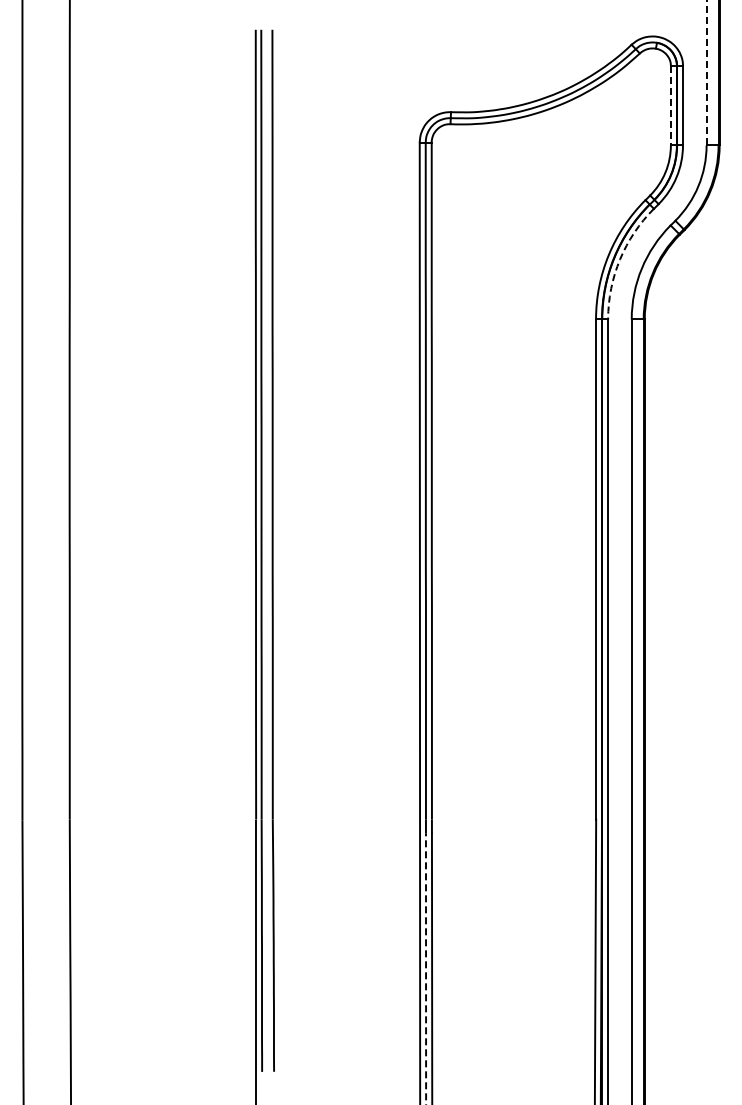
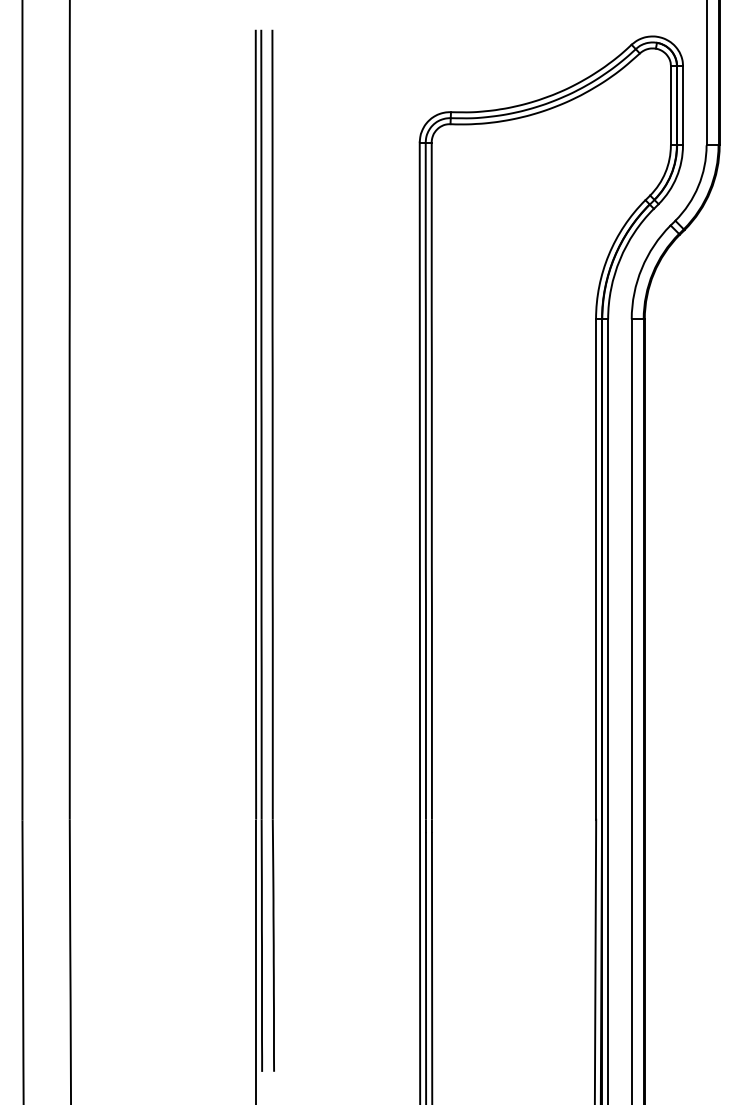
line at (706, 72): dashed -> solid
line at (671, 105): dashed -> solid
arc at (620, 259): dashed -> solid
line at (426, 969): dashed -> solid
